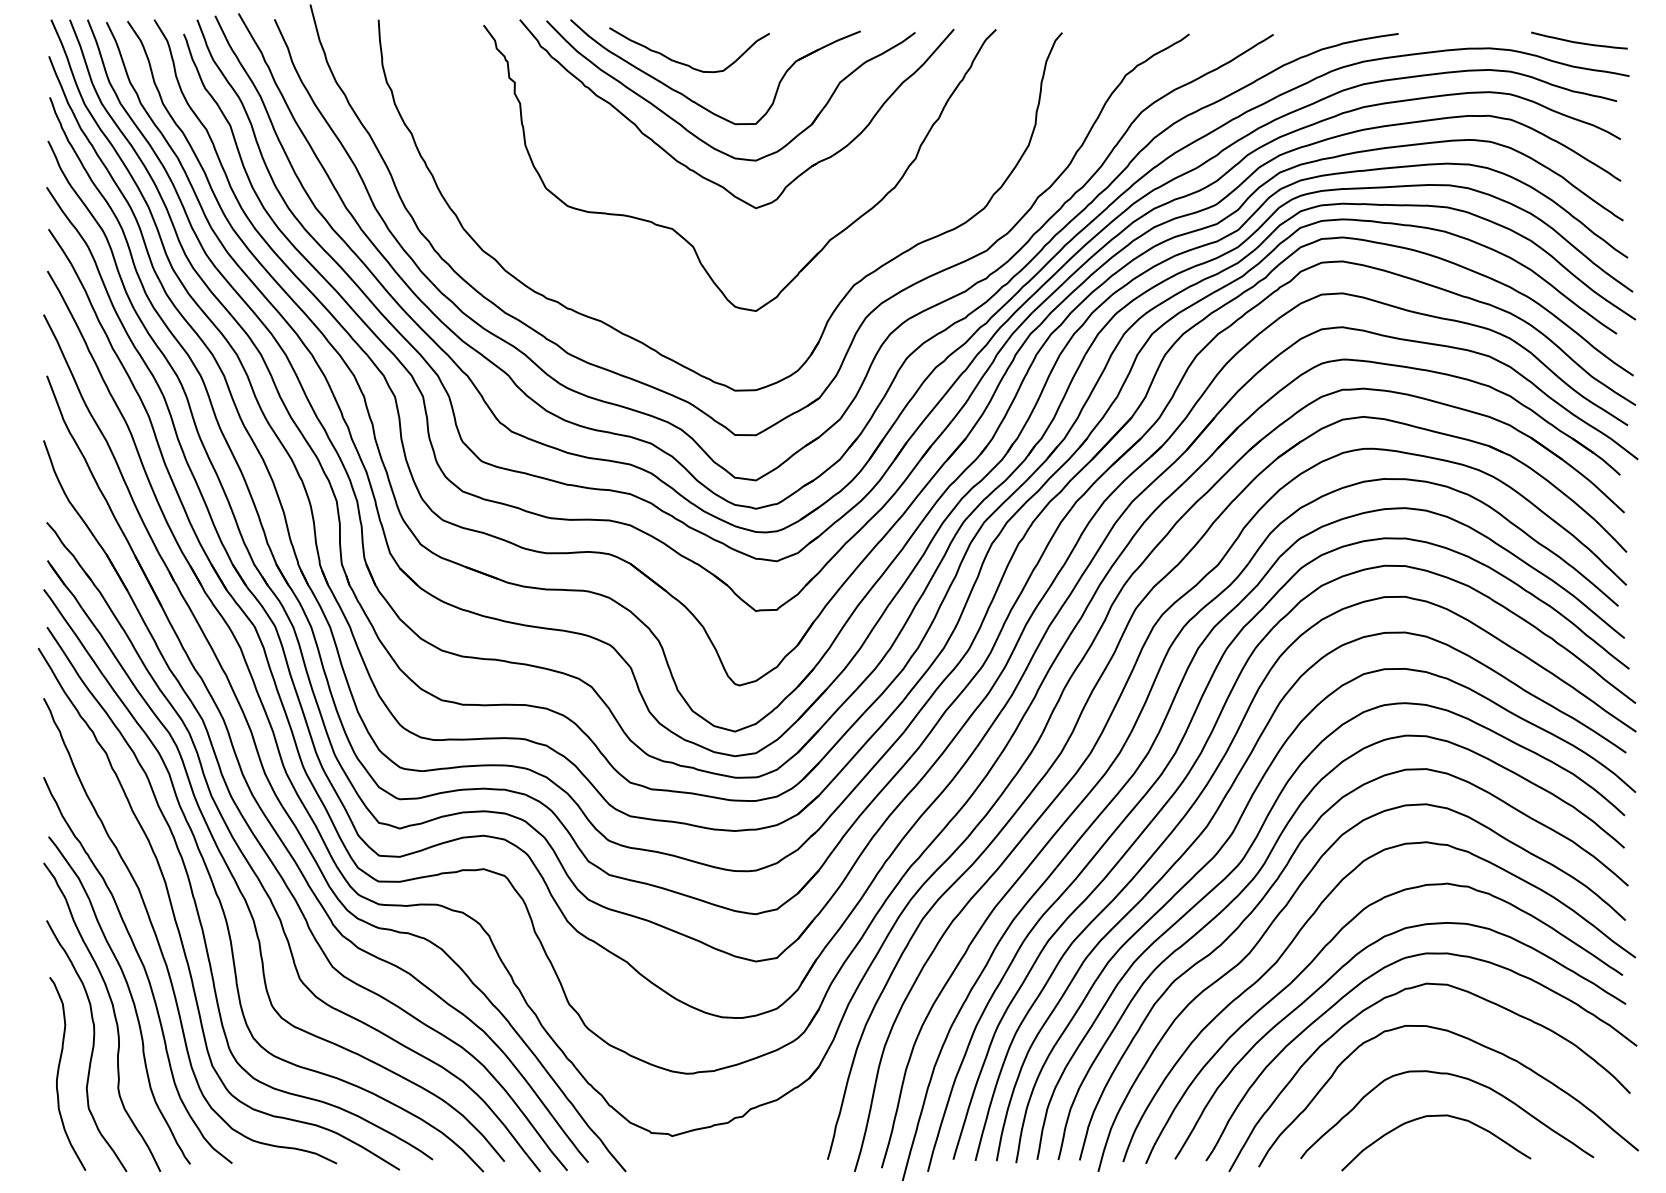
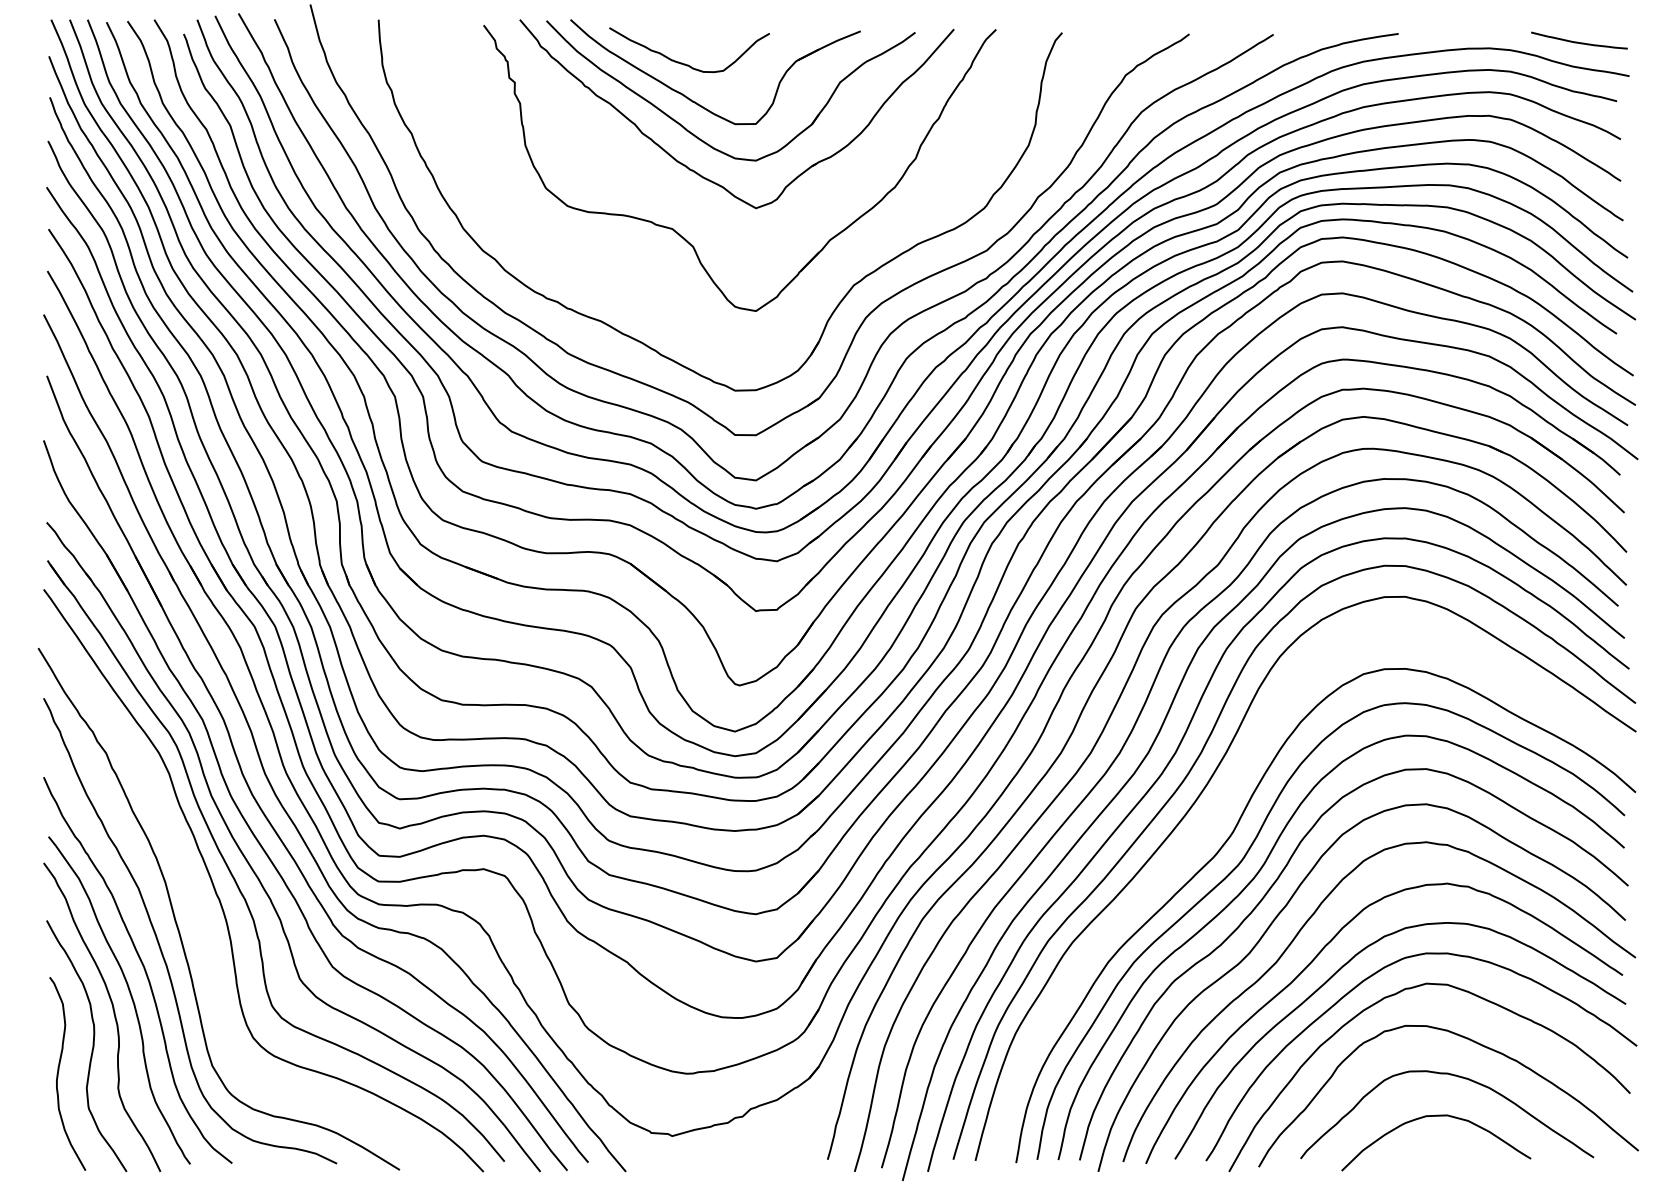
curve at (1208, 826): present -> none
curve at (196, 902): present -> none
